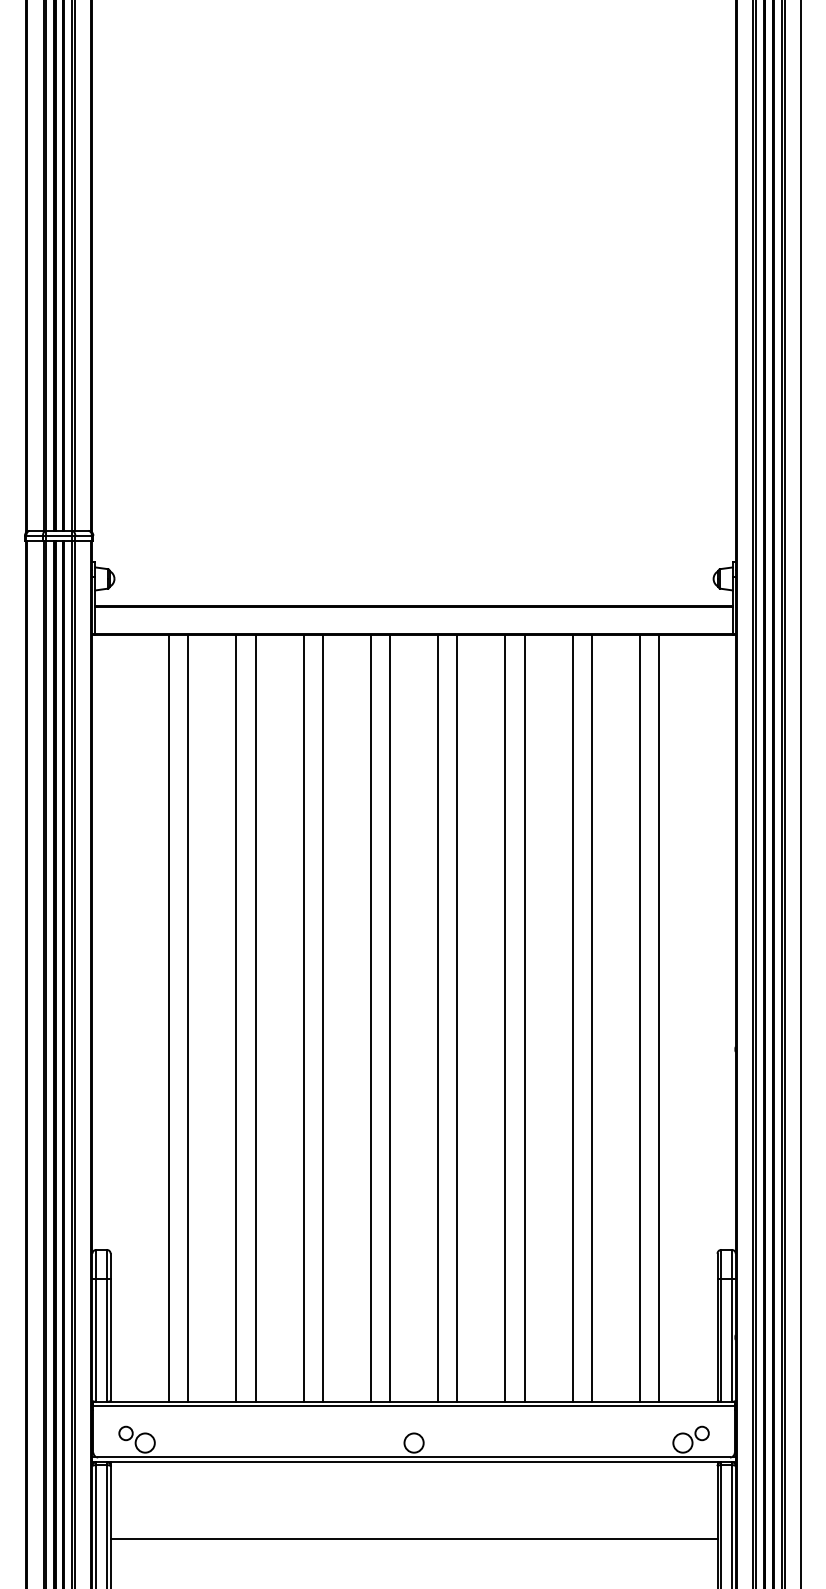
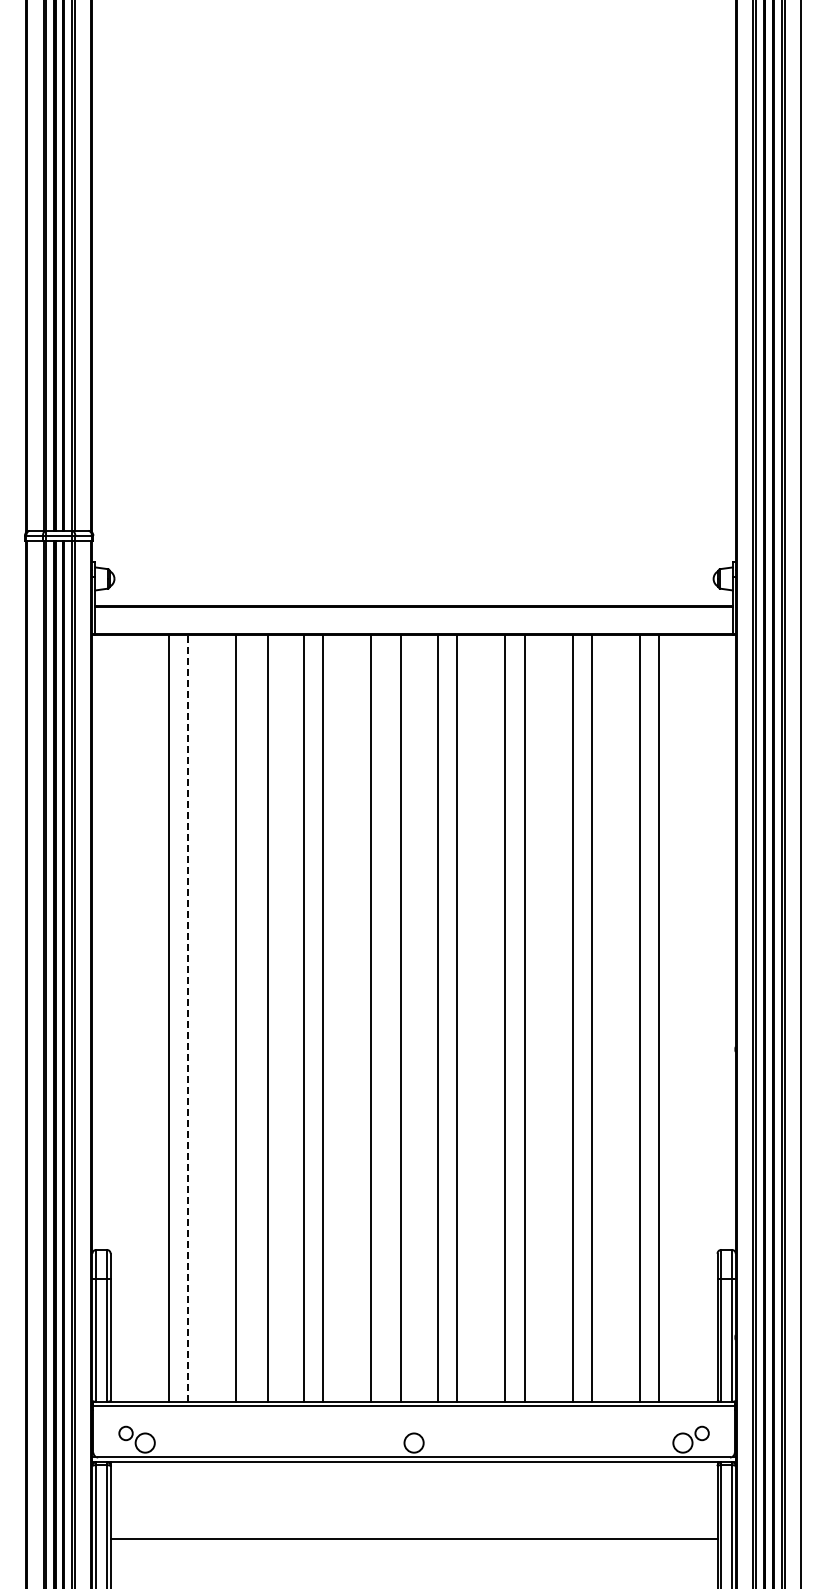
line at (188, 1017): solid -> dashed
line at (255, 1017) position: (255, 1017) -> (267, 1017)
line at (390, 1017) position: (390, 1017) -> (401, 1017)
